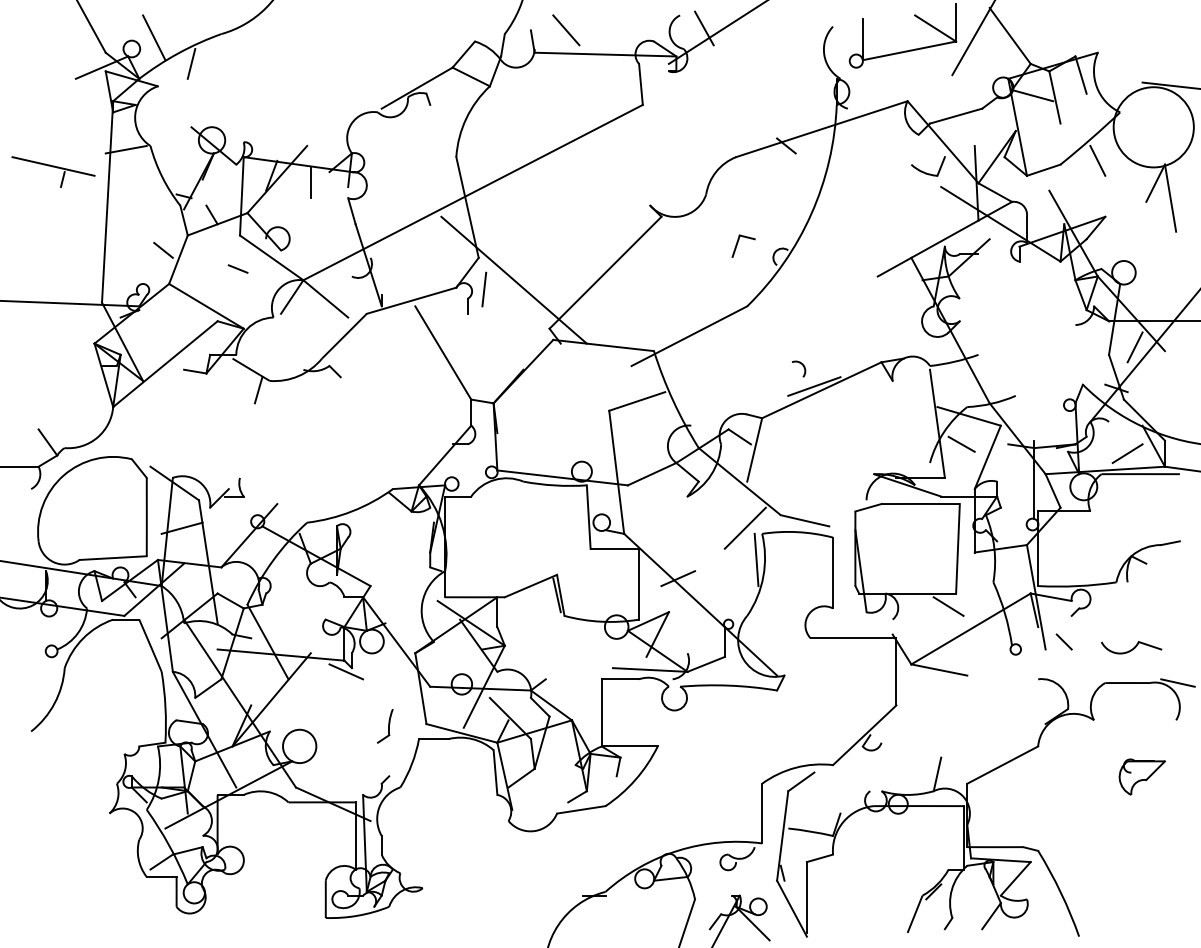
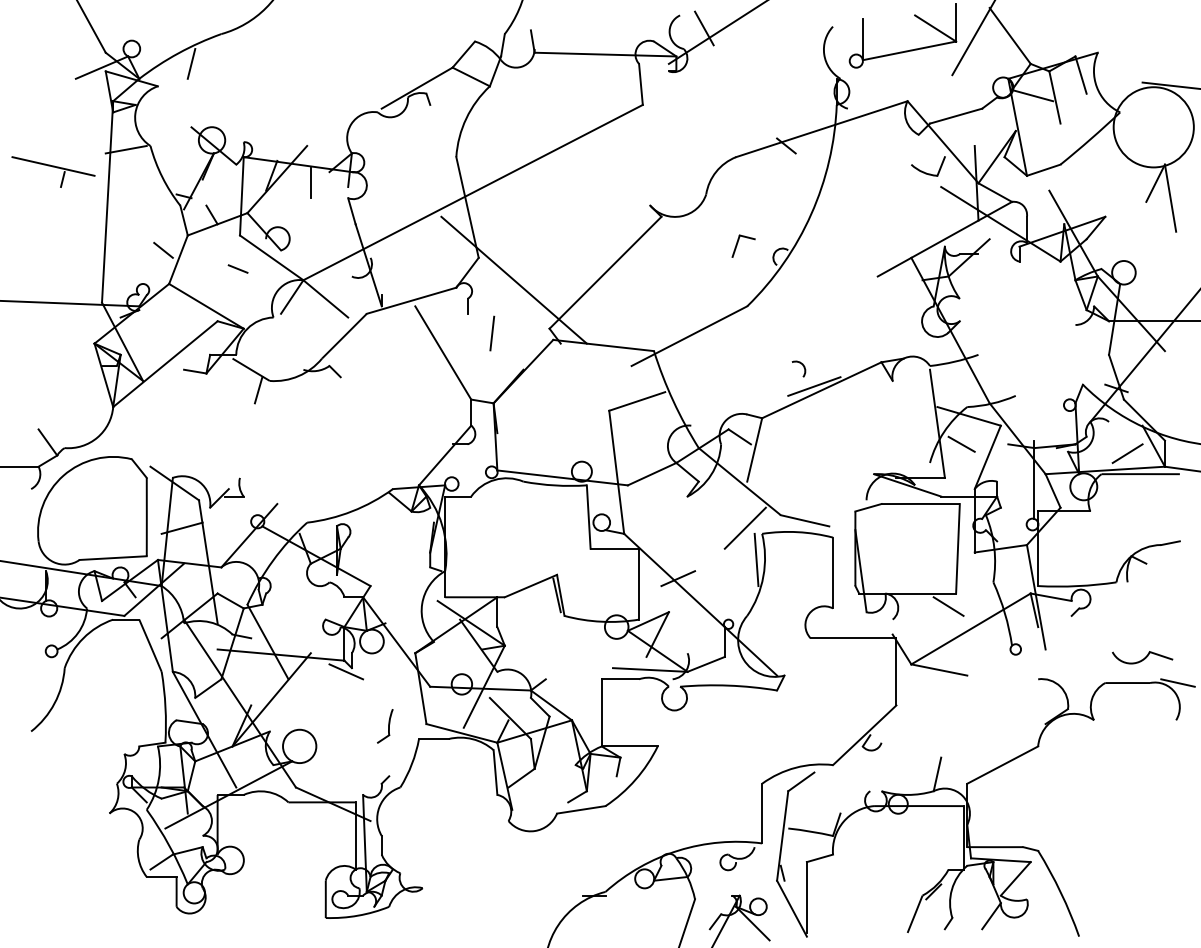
line at (566, 30): present -> none
line at (154, 37): present -> none
line at (1097, 160): present -> none
line at (484, 289) position: (484, 289) -> (492, 333)
line at (1134, 347): present -> none
line at (1063, 641): present -> none
part at (1131, 647) position: (1131, 647) -> (1142, 657)
part at (1141, 776): present -> none
